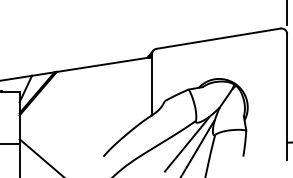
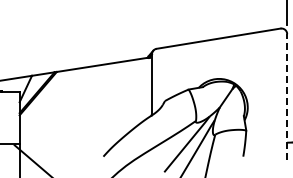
line at (287, 96): solid -> dashed
line at (39, 156) position: (39, 156) -> (31, 159)
